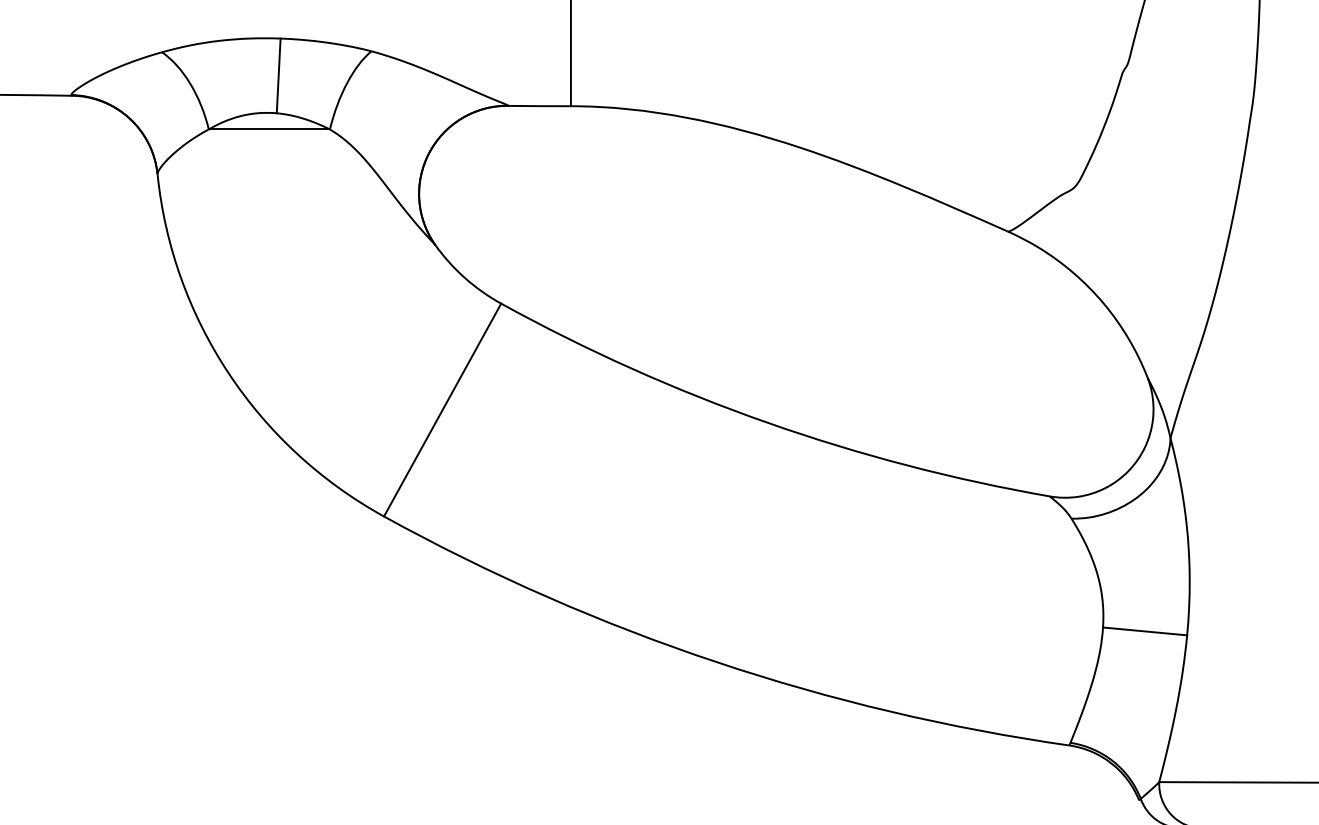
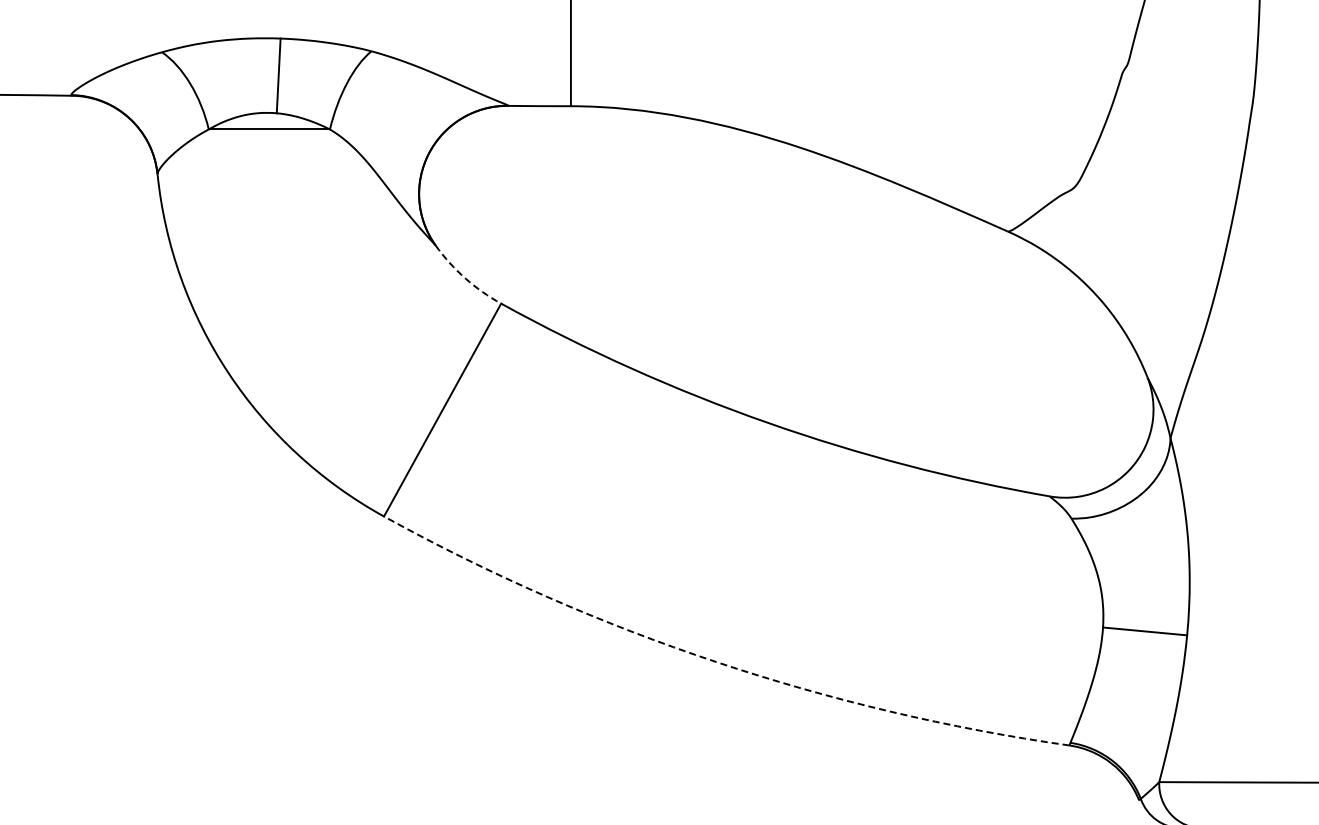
arc at (465, 278): solid -> dashed
arc at (716, 662): solid -> dashed
